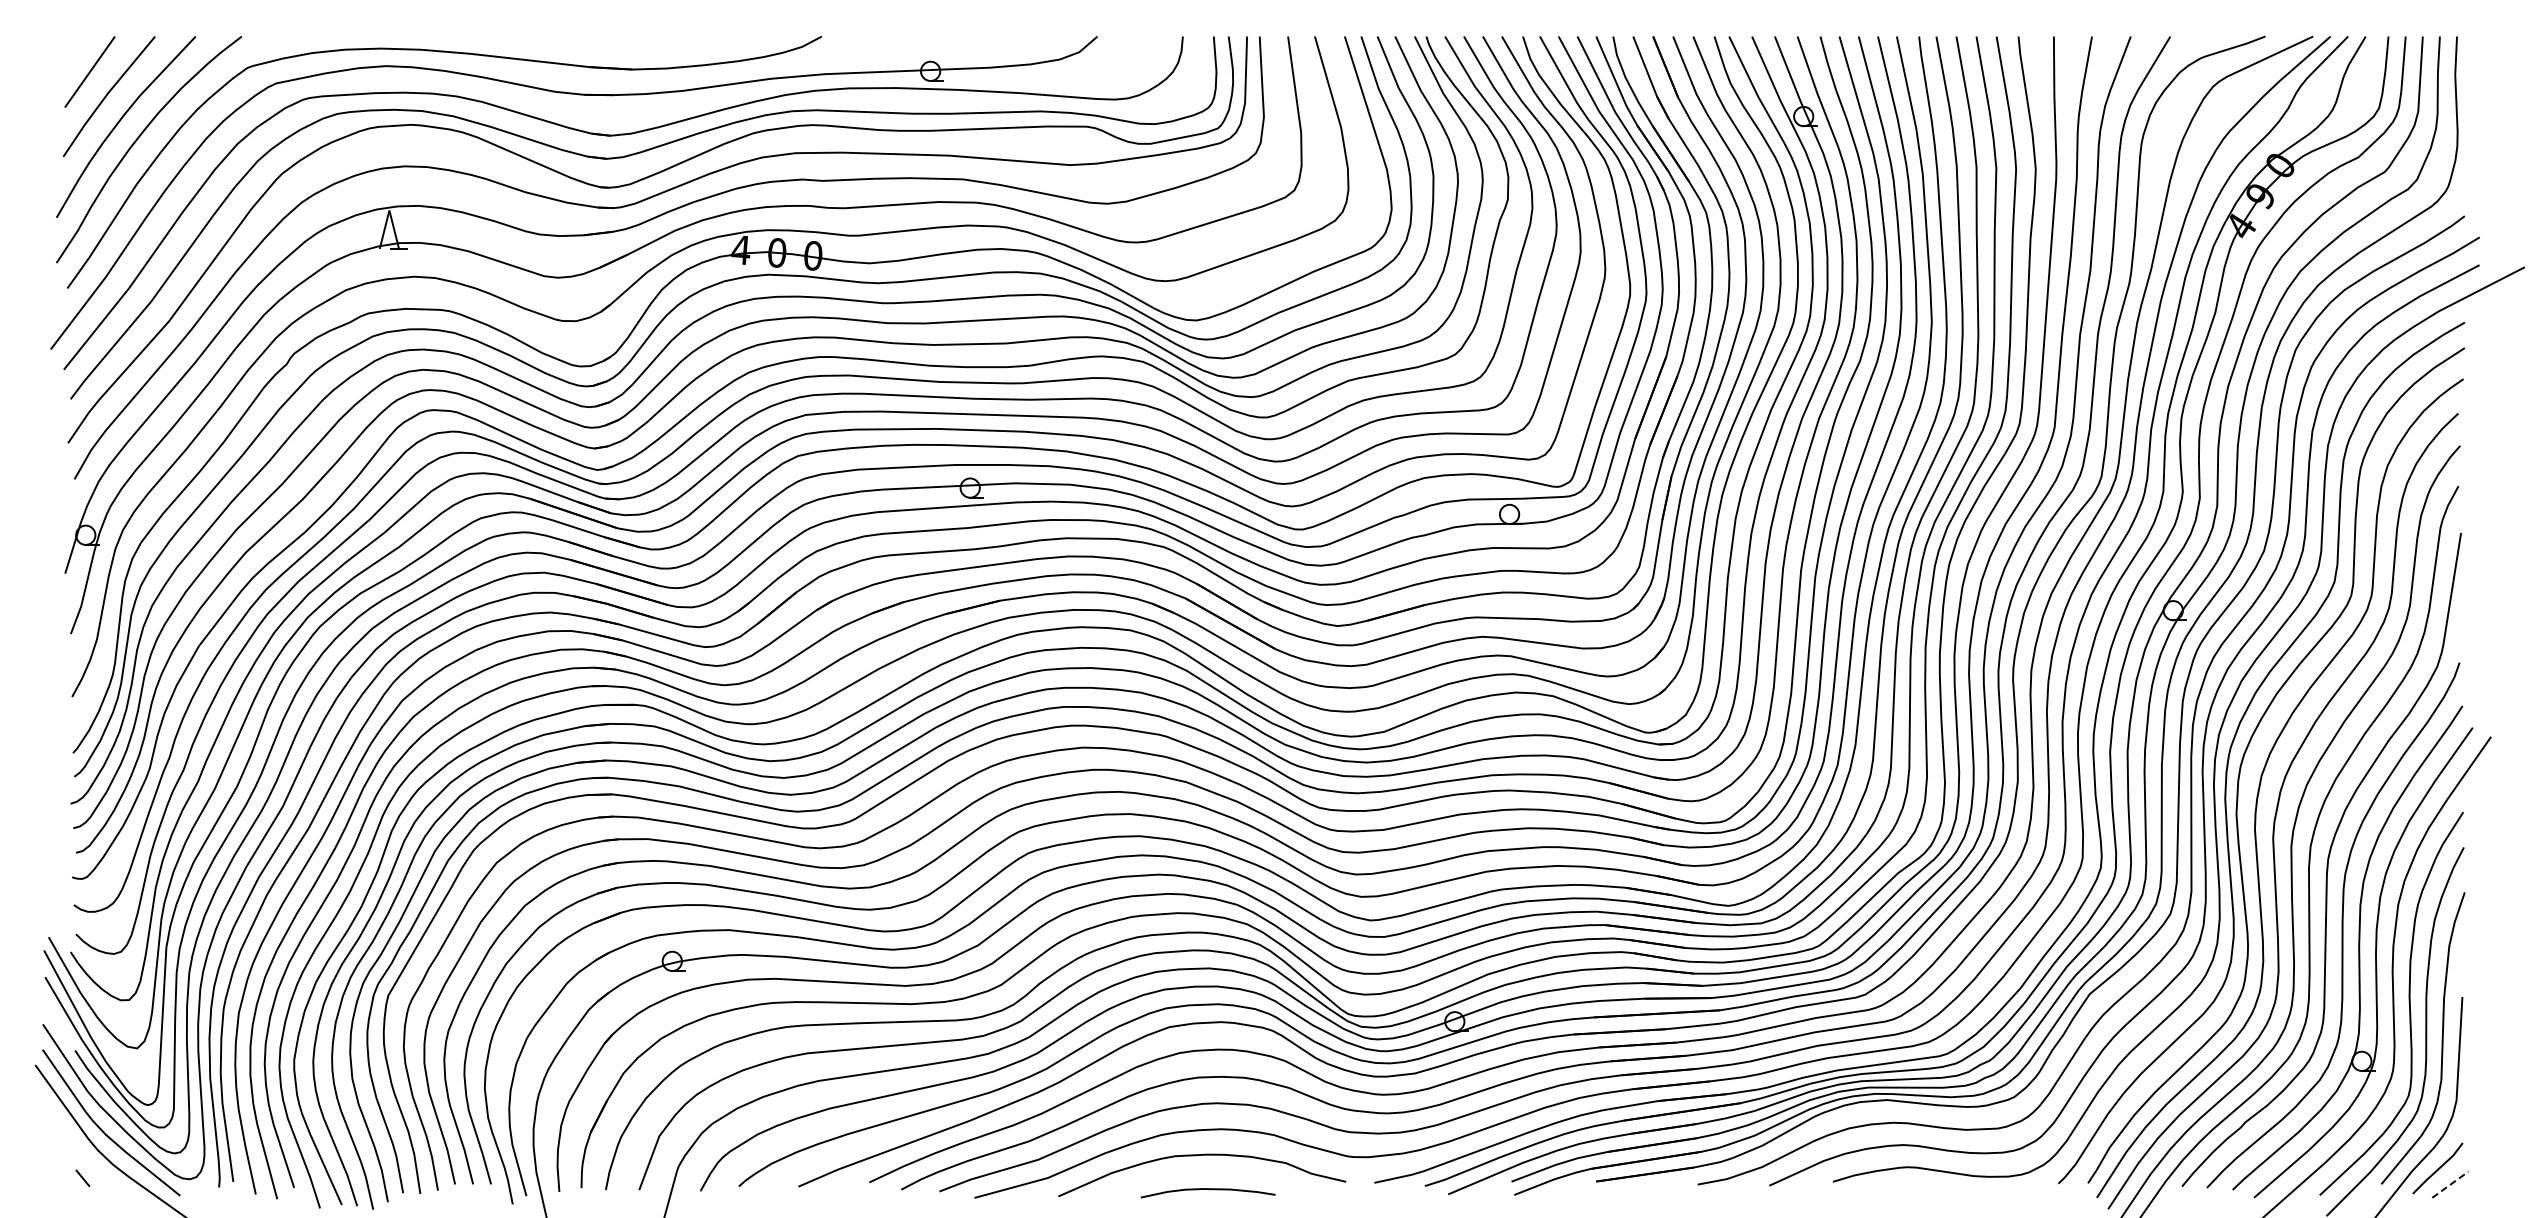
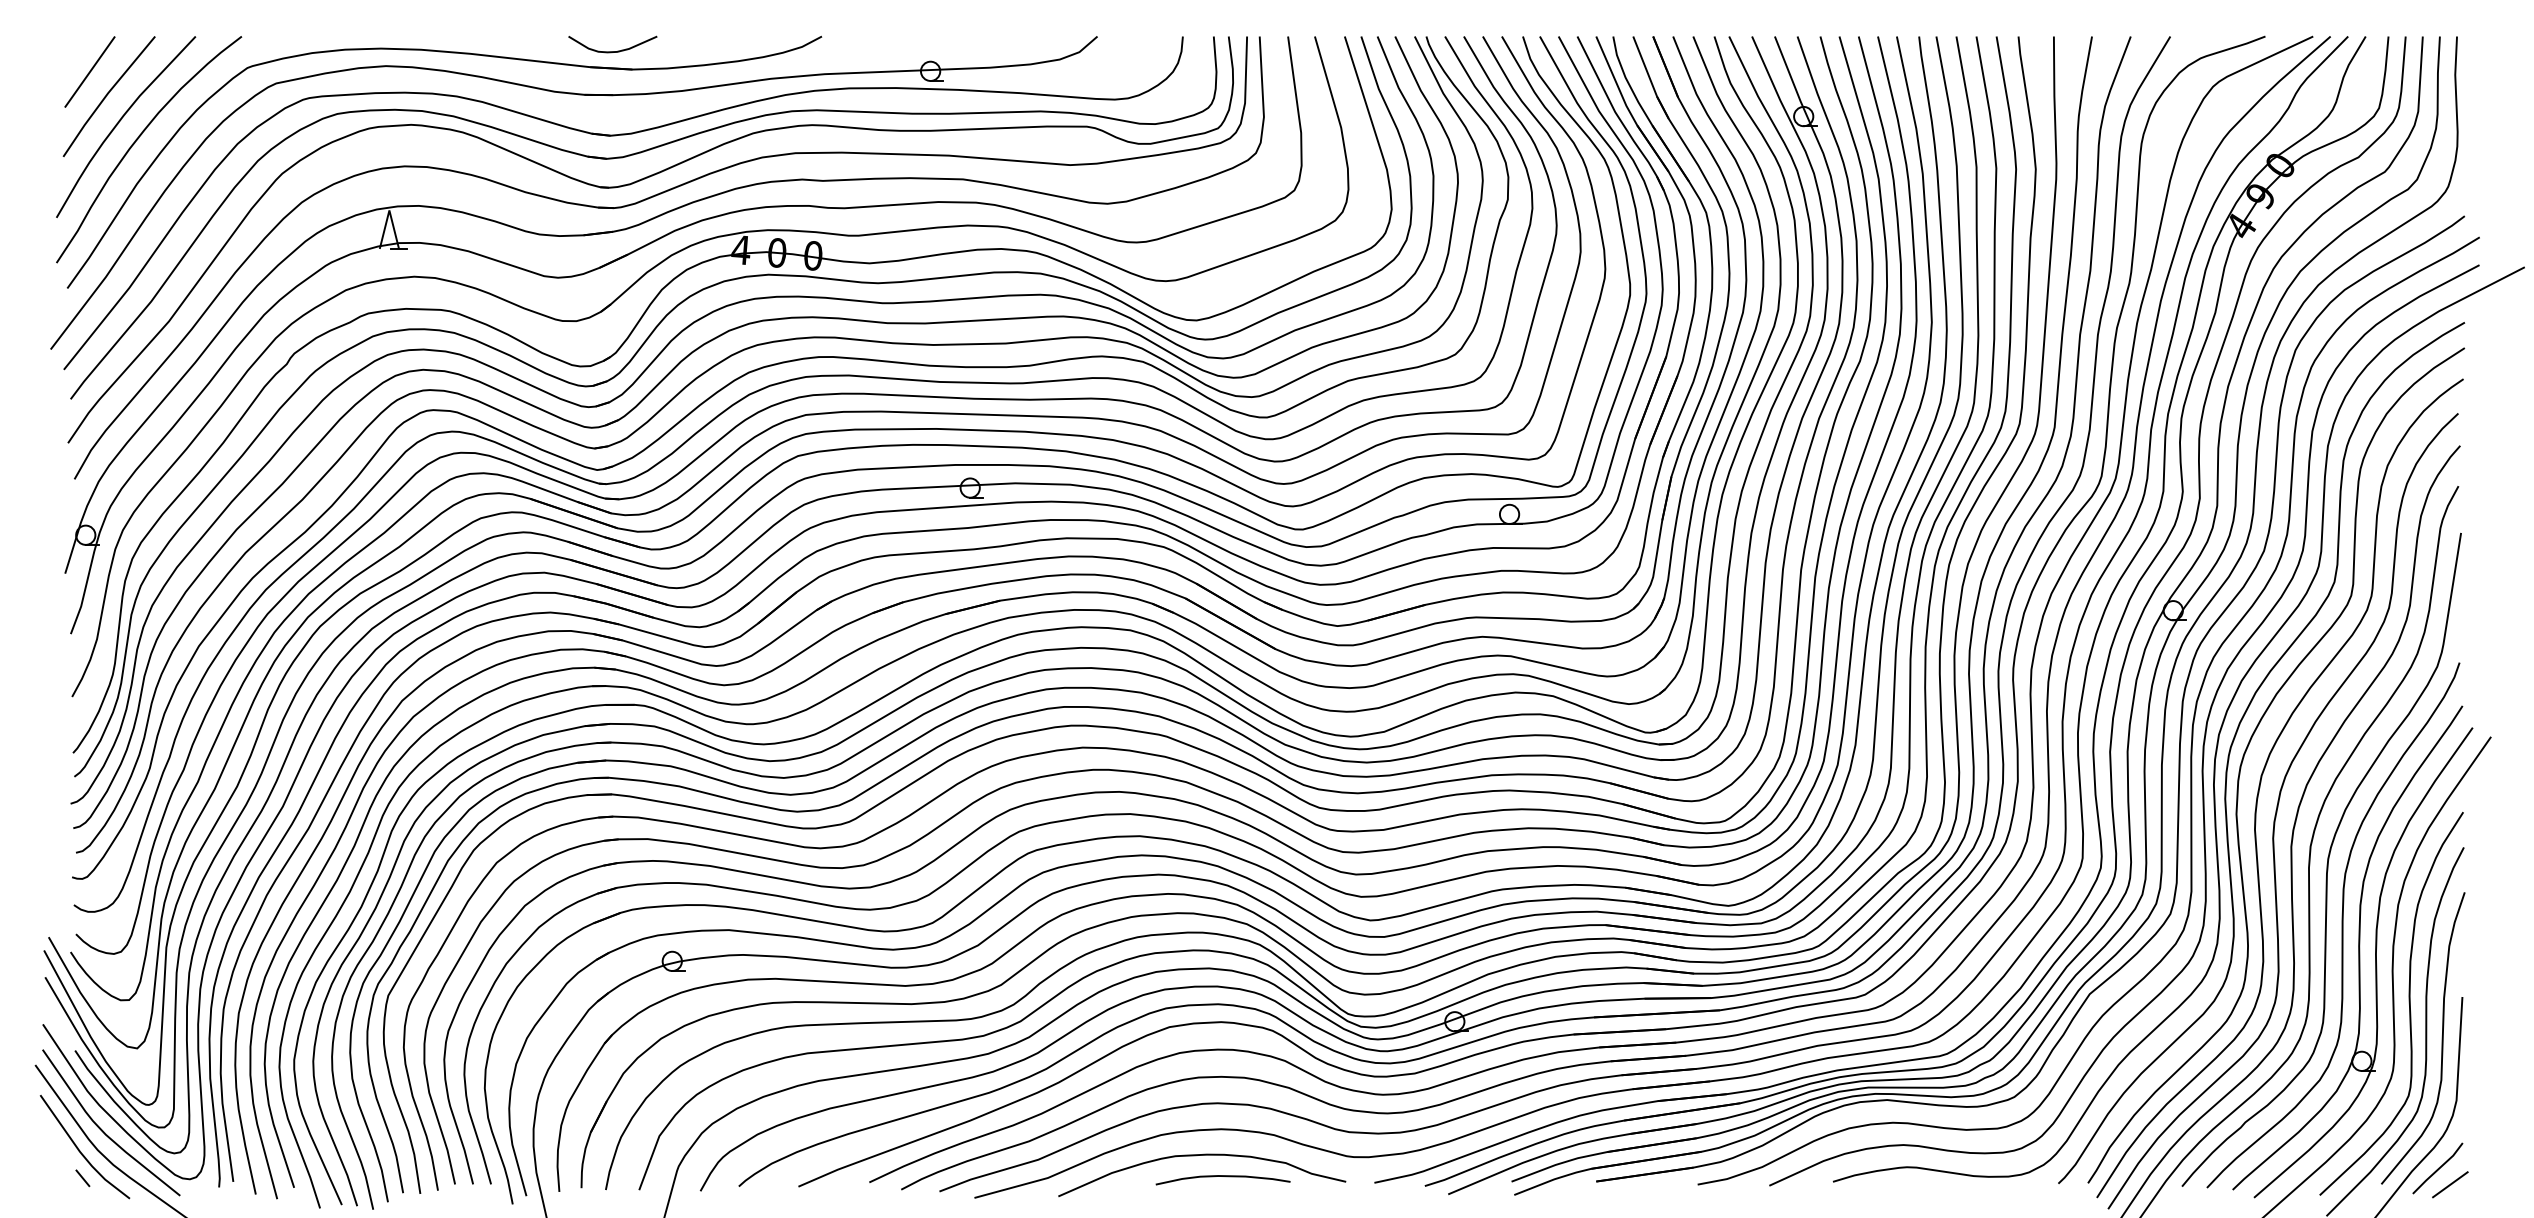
curve at (612, 51): none -> present
line at (80, 1150): none -> present
line at (2450, 1184): dashed -> solid
curve at (1207, 1189) position: (1207, 1189) -> (1222, 1176)
